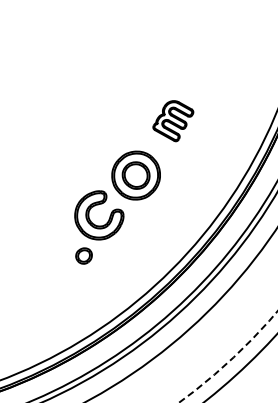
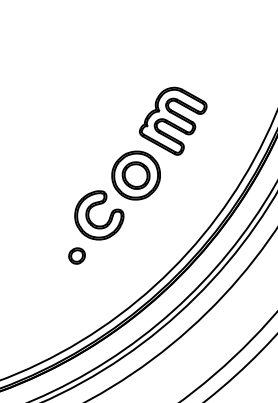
part at (173, 121) size: 43x43 px -> 69x70 px
part at (83, 255) position: (83, 255) -> (76, 255)
arc at (231, 359): dashed -> solid
